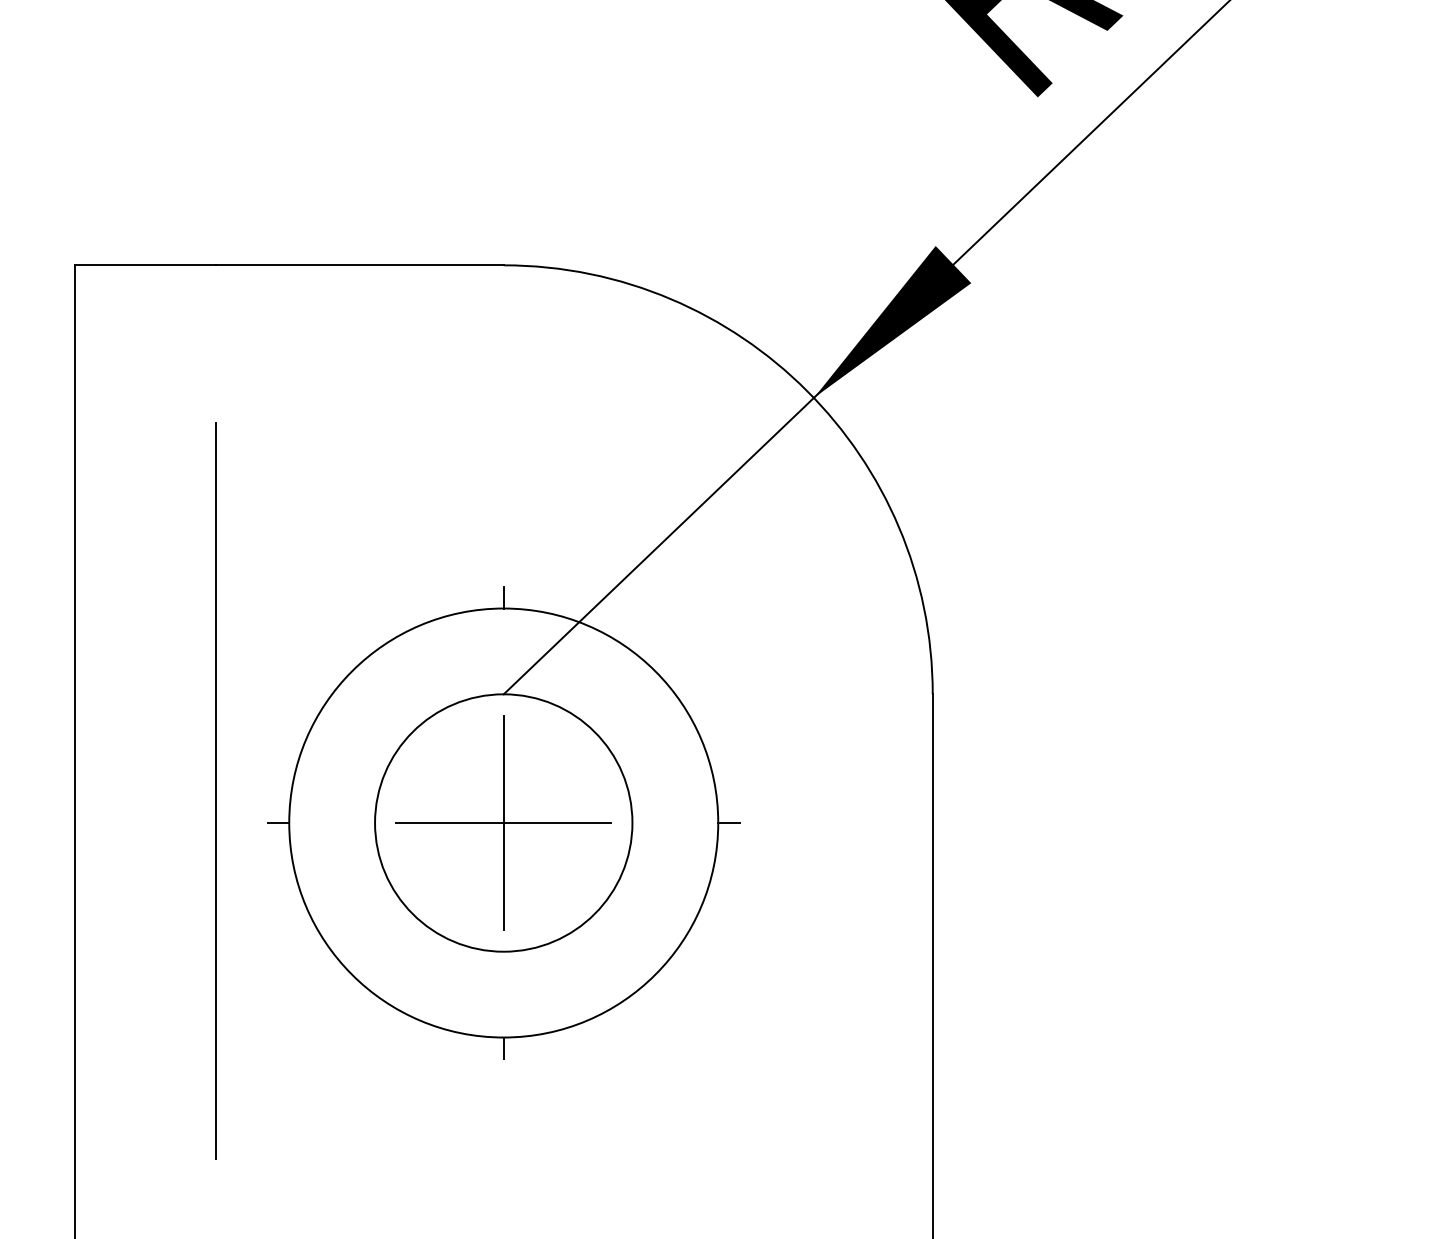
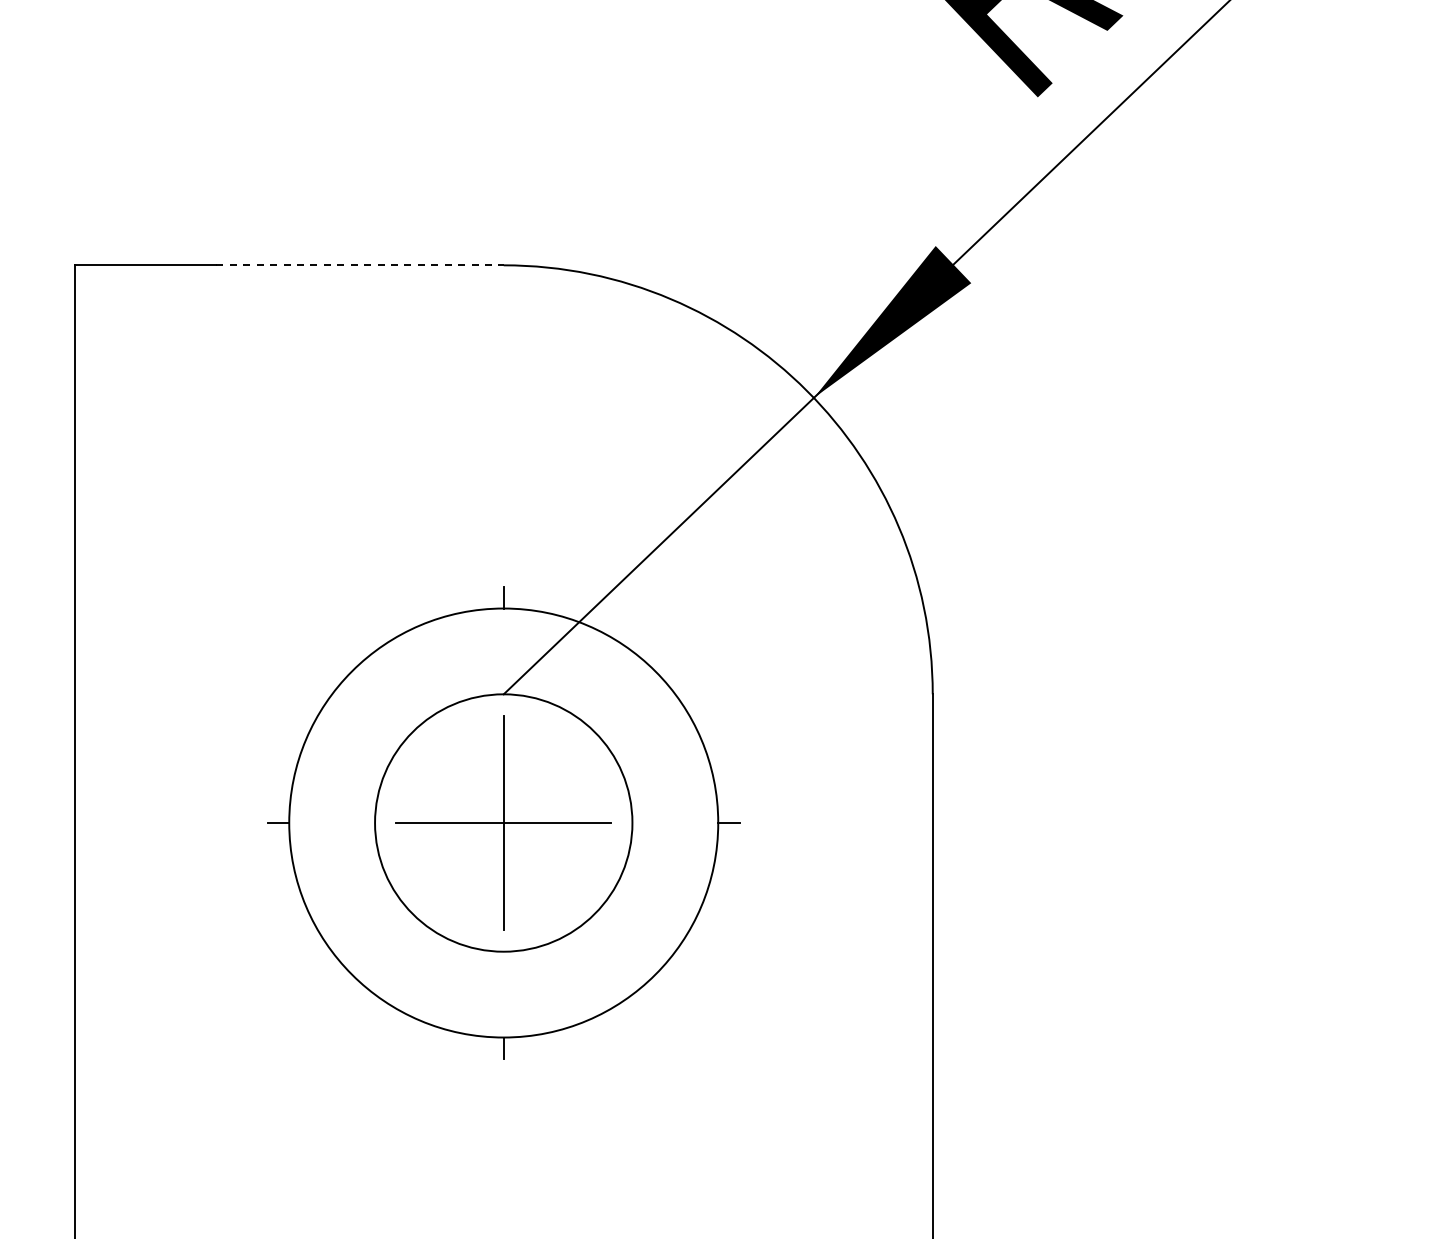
line at (360, 265): solid -> dashed
line at (216, 791): present -> none
